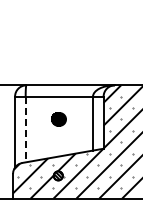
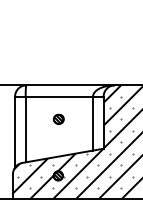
part at (58, 119) size: 16x15 px -> 13x12 px
line at (25, 129): dashed -> solid
